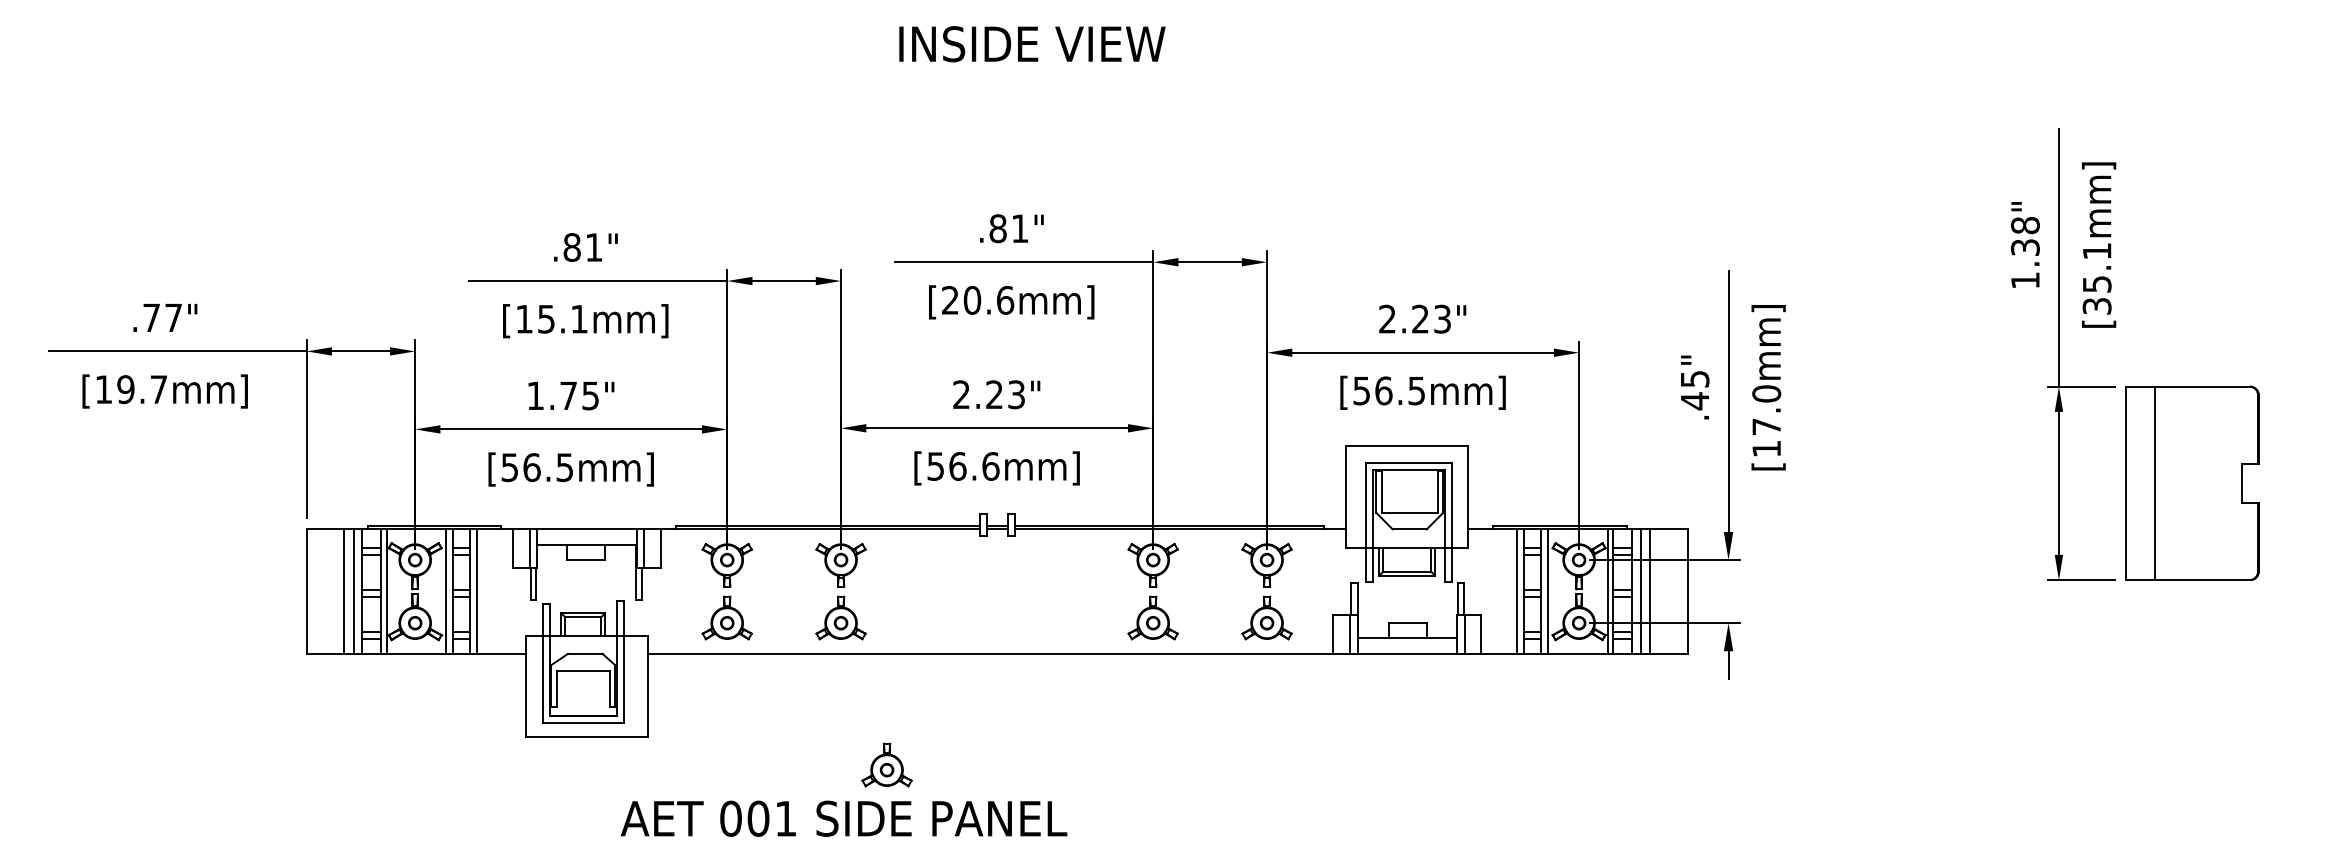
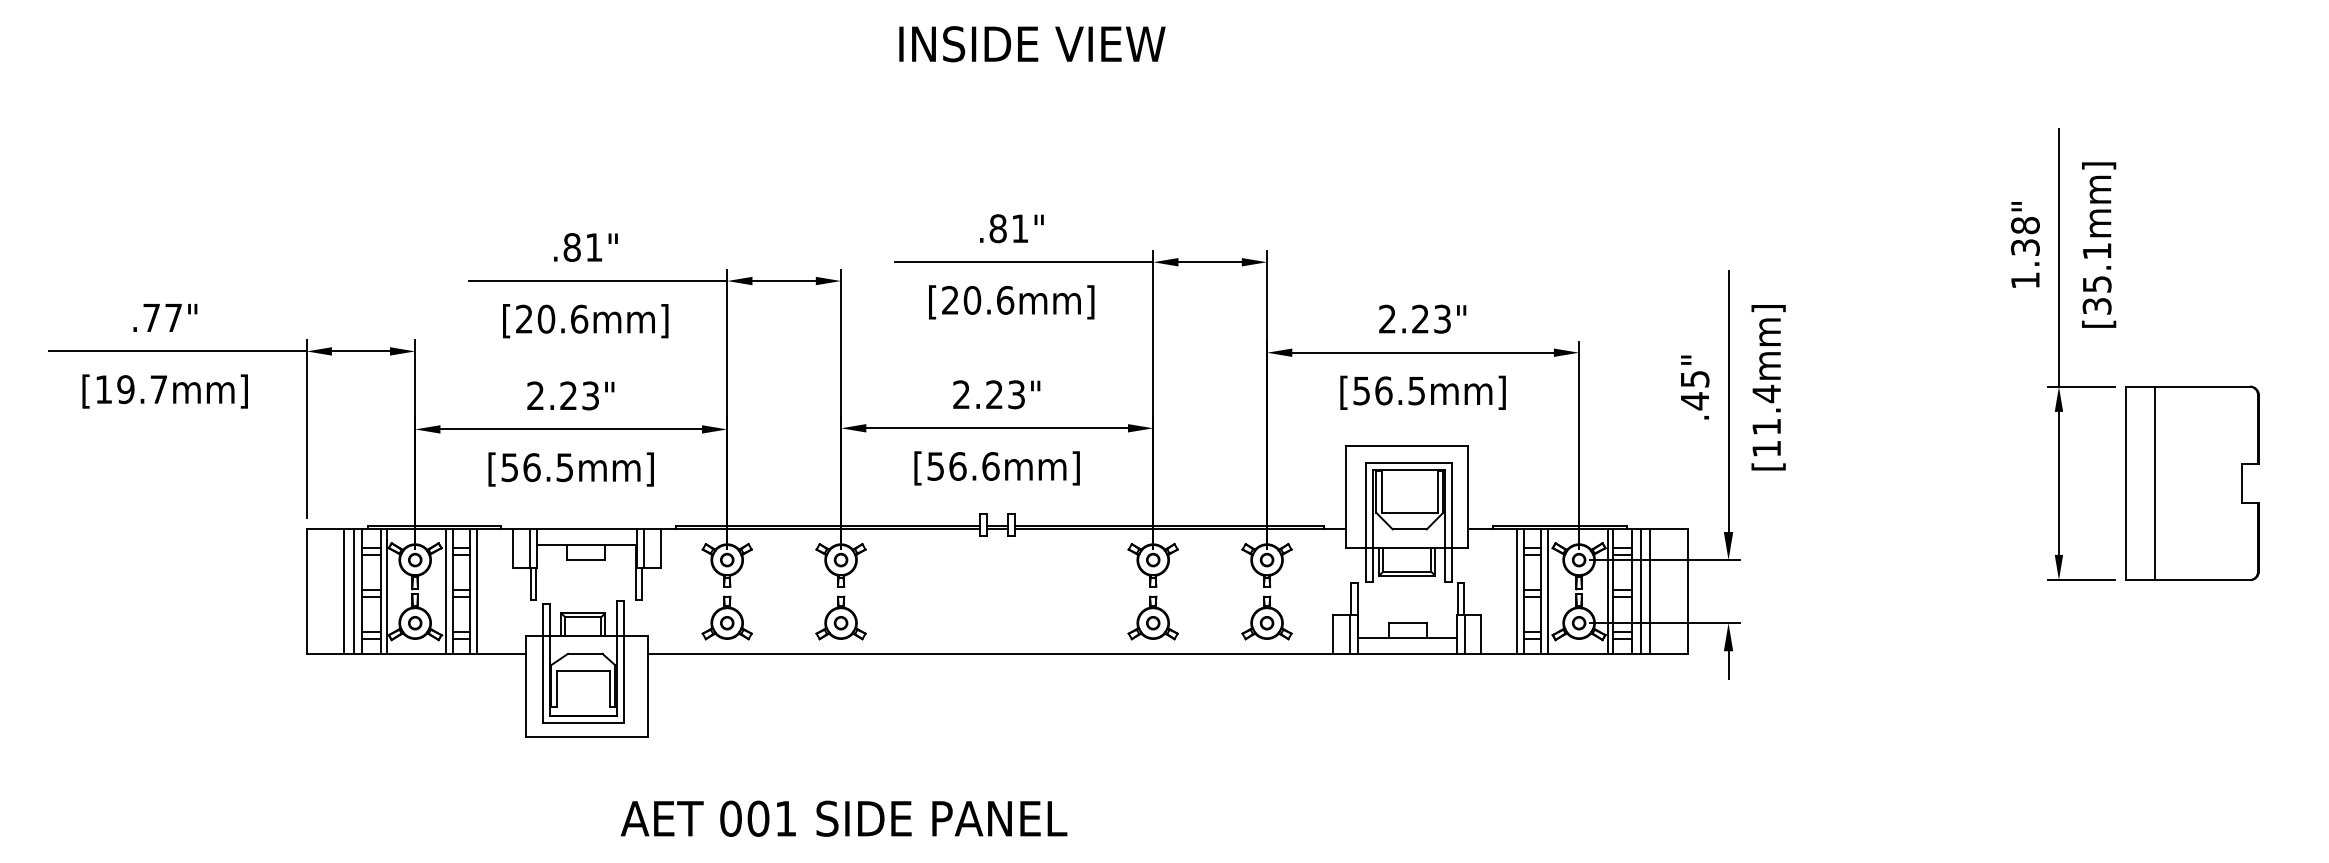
text at (552, 318): [15.1mm] -> [20.6mm]
text at (562, 395): 1.75" -> 2.23"
text at (1766, 409): [17.0mm] -> [11.4mm]
part at (886, 764): present -> none
